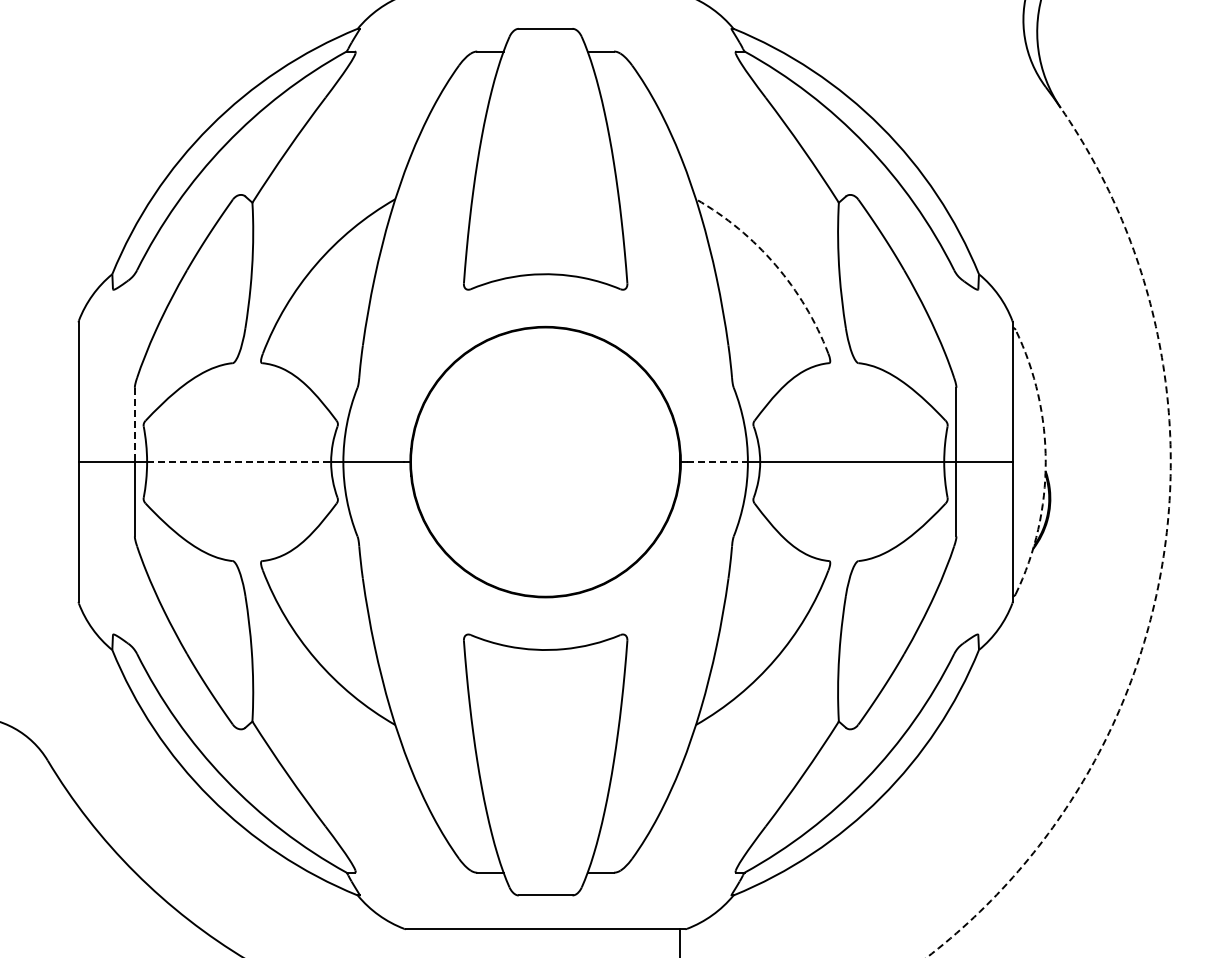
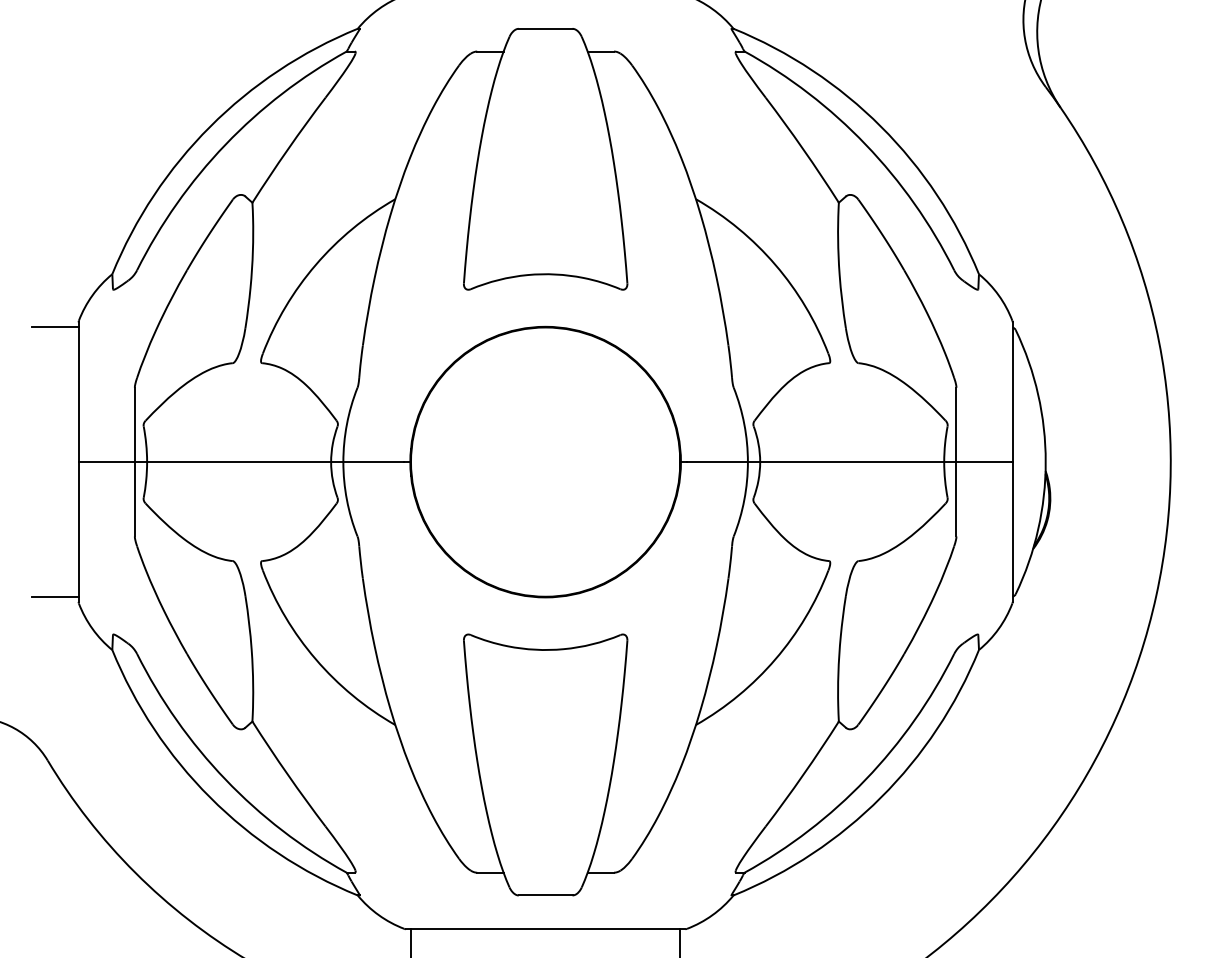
arc at (775, 264): dashed -> solid
line at (55, 327): none -> present
line at (134, 425): dashed -> solid
line at (239, 462): dashed -> solid
line at (717, 462): dashed -> solid
arc at (1045, 462): dashed -> solid
arc at (1163, 559): dashed -> solid
line at (55, 596): none -> present
line at (411, 941): none -> present
